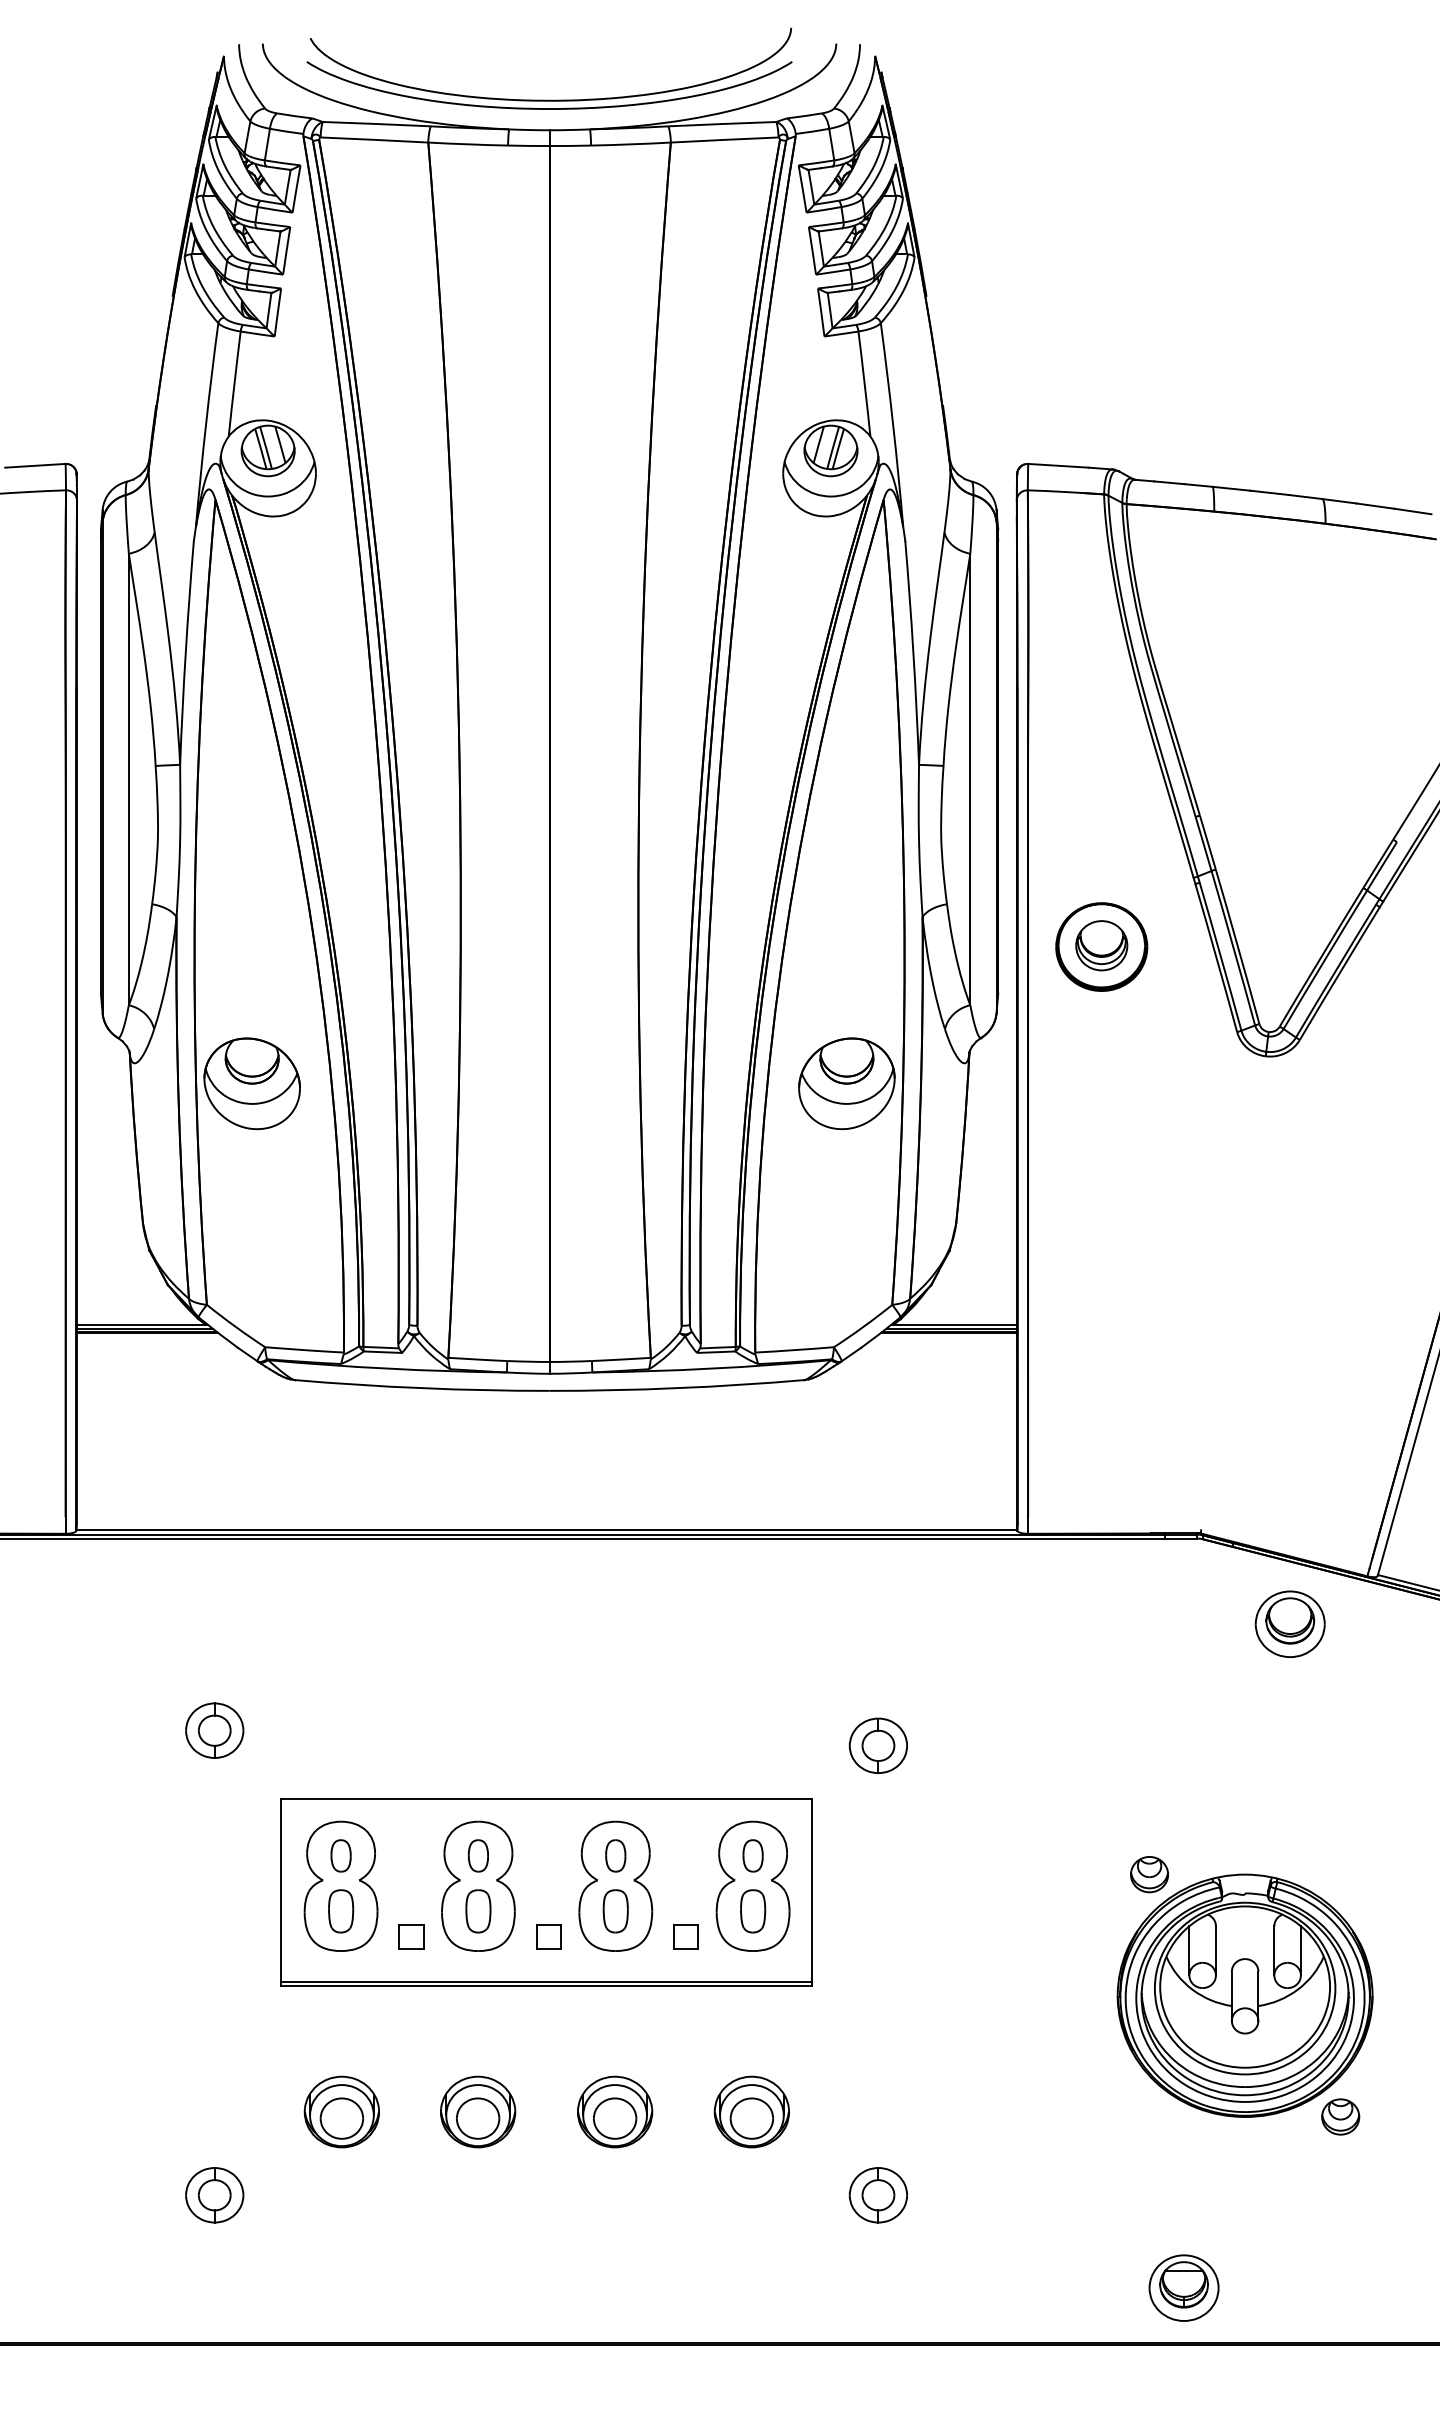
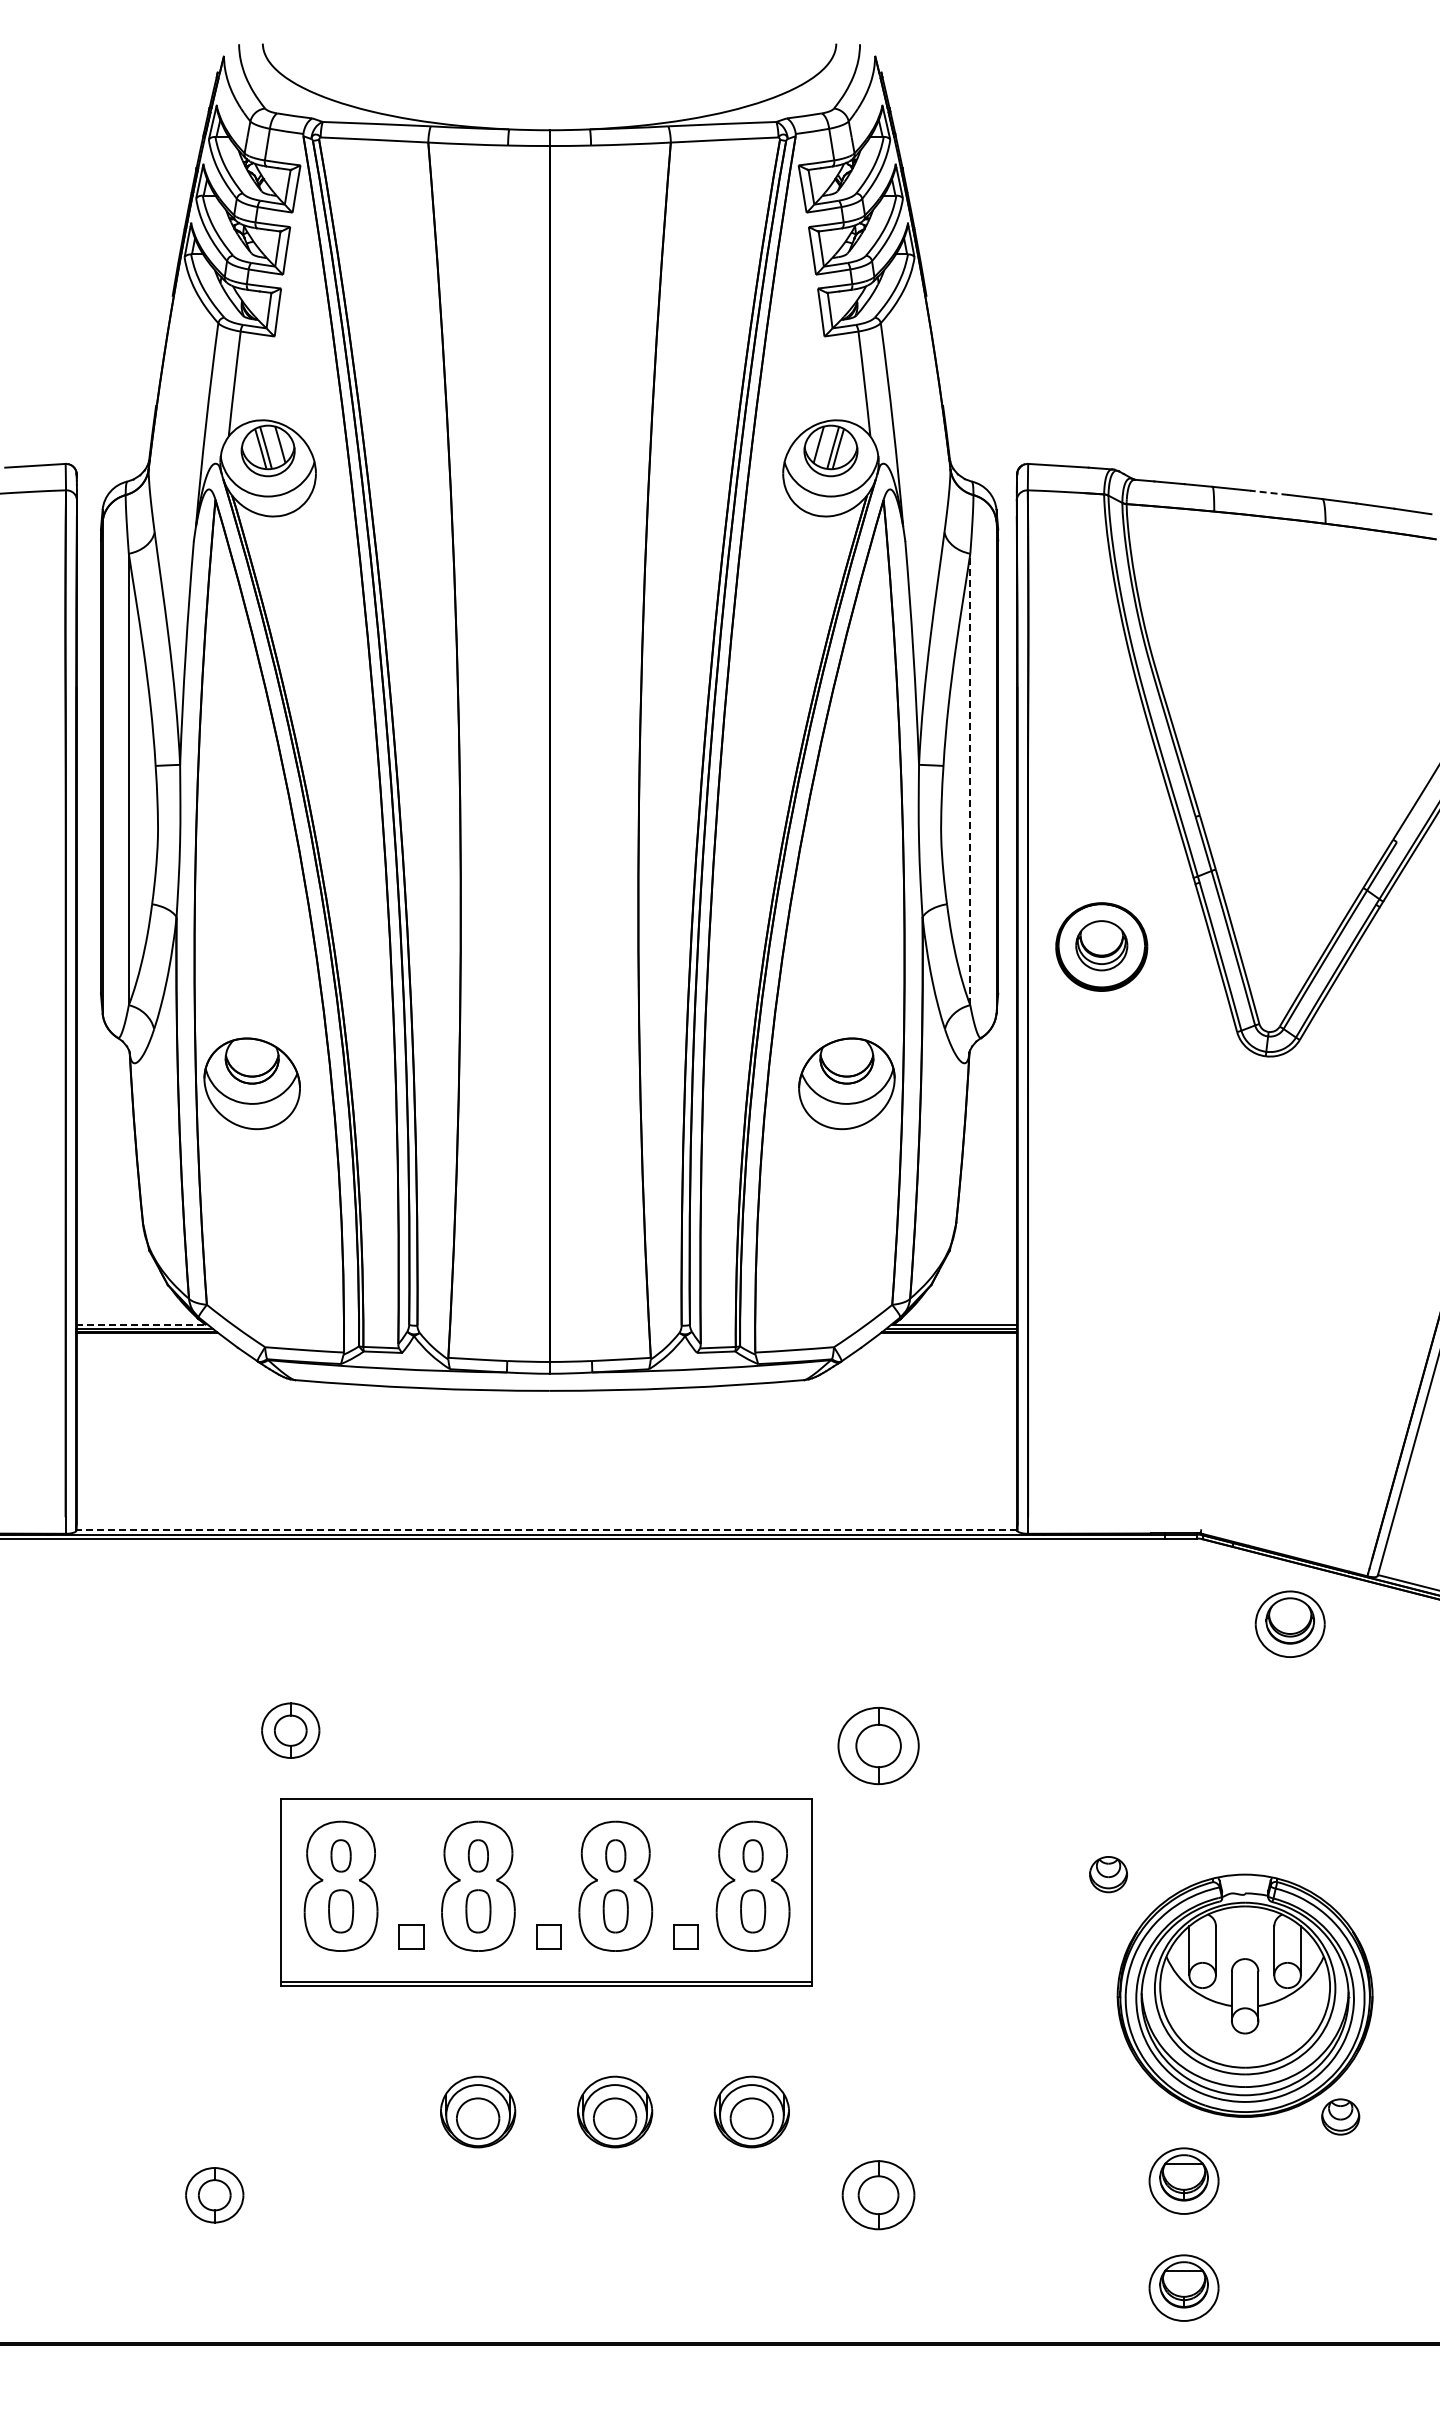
part at (549, 99): present -> none
line at (1268, 492): solid -> dashed
line at (970, 779): solid -> dashed
line at (142, 1324): solid -> dashed
line at (546, 1529): solid -> dashed
part at (214, 1730) position: (214, 1730) -> (290, 1730)
part at (877, 1745) size: 60x57 px -> 83x79 px
part at (1149, 1874) position: (1149, 1874) -> (1108, 1874)
part at (341, 2111): present -> none
part at (1183, 2180): none -> present
part at (877, 2195) size: 60x57 px -> 75x71 px
